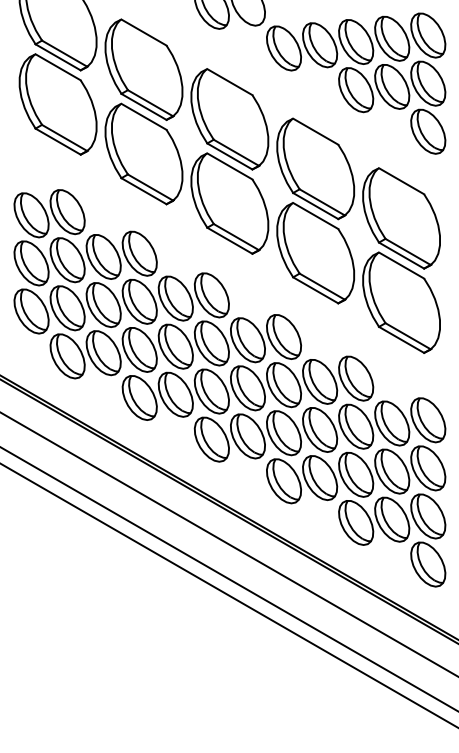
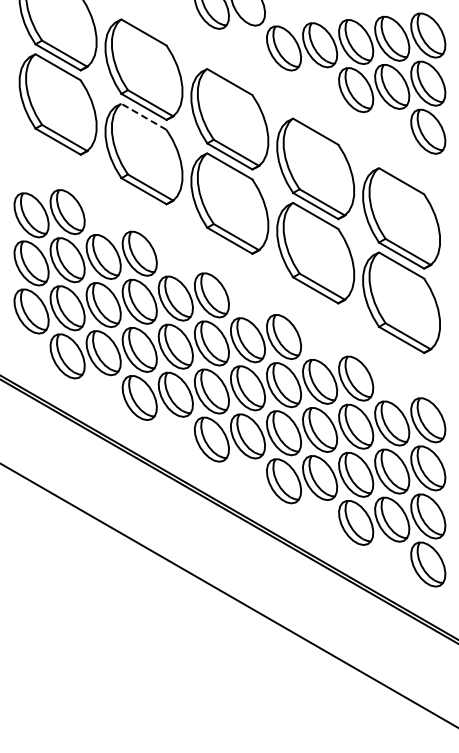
line at (143, 116): solid -> dashed
line at (228, 543): present -> none
line at (228, 578): present -> none
